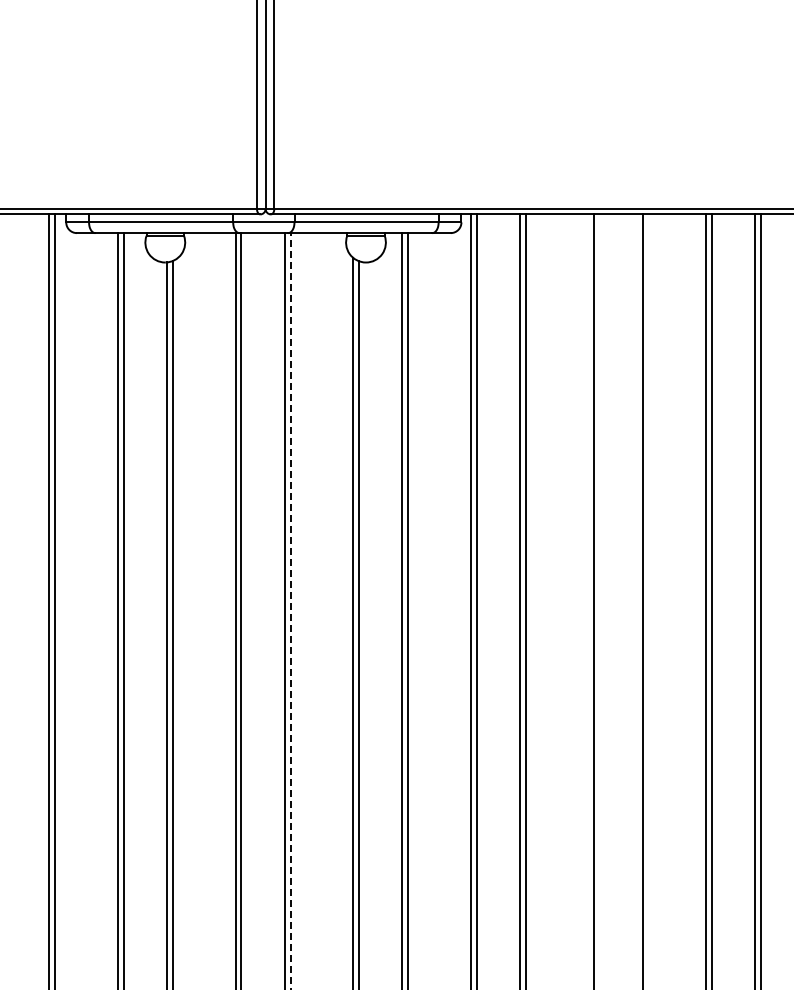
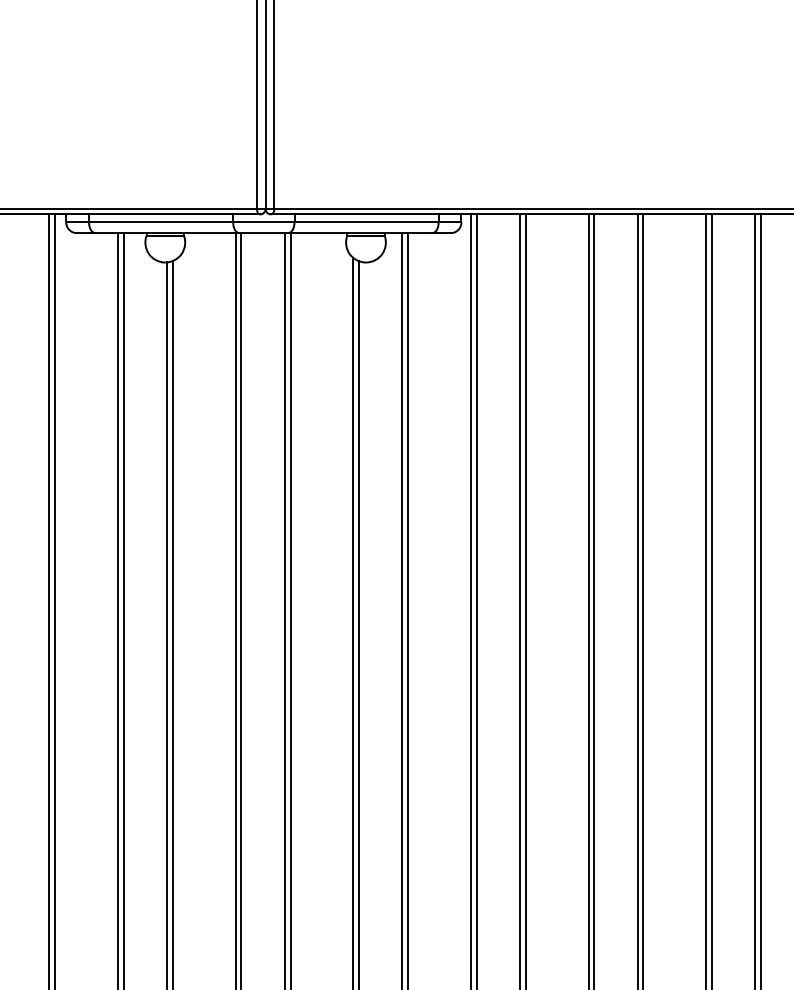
line at (588, 600): none -> present
line at (637, 600): none -> present
line at (290, 611): dashed -> solid
